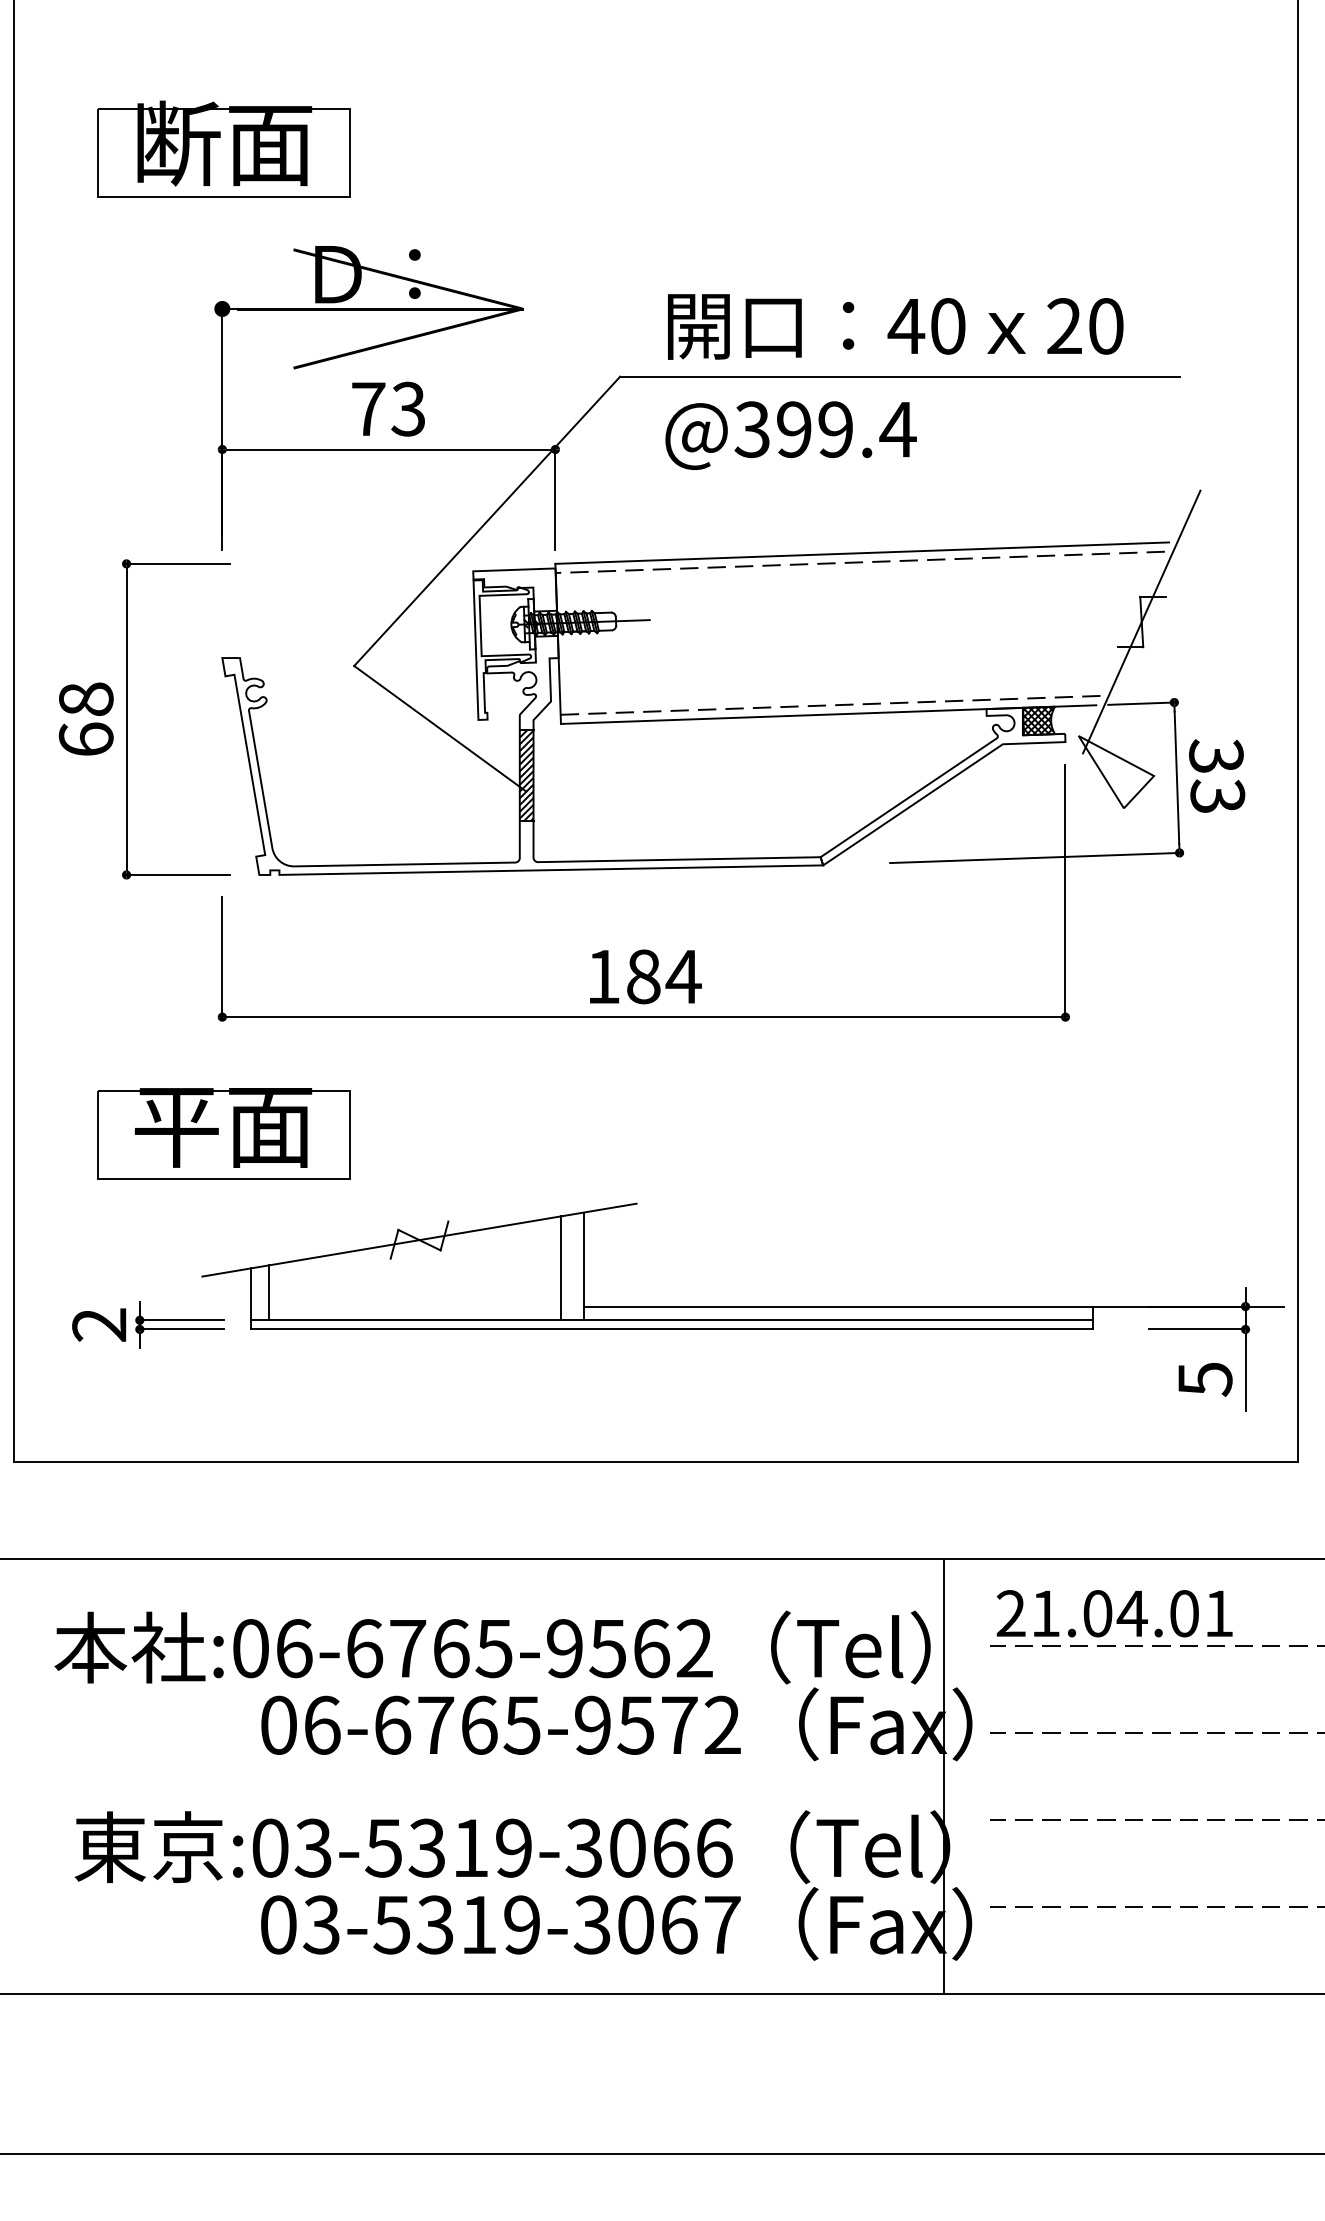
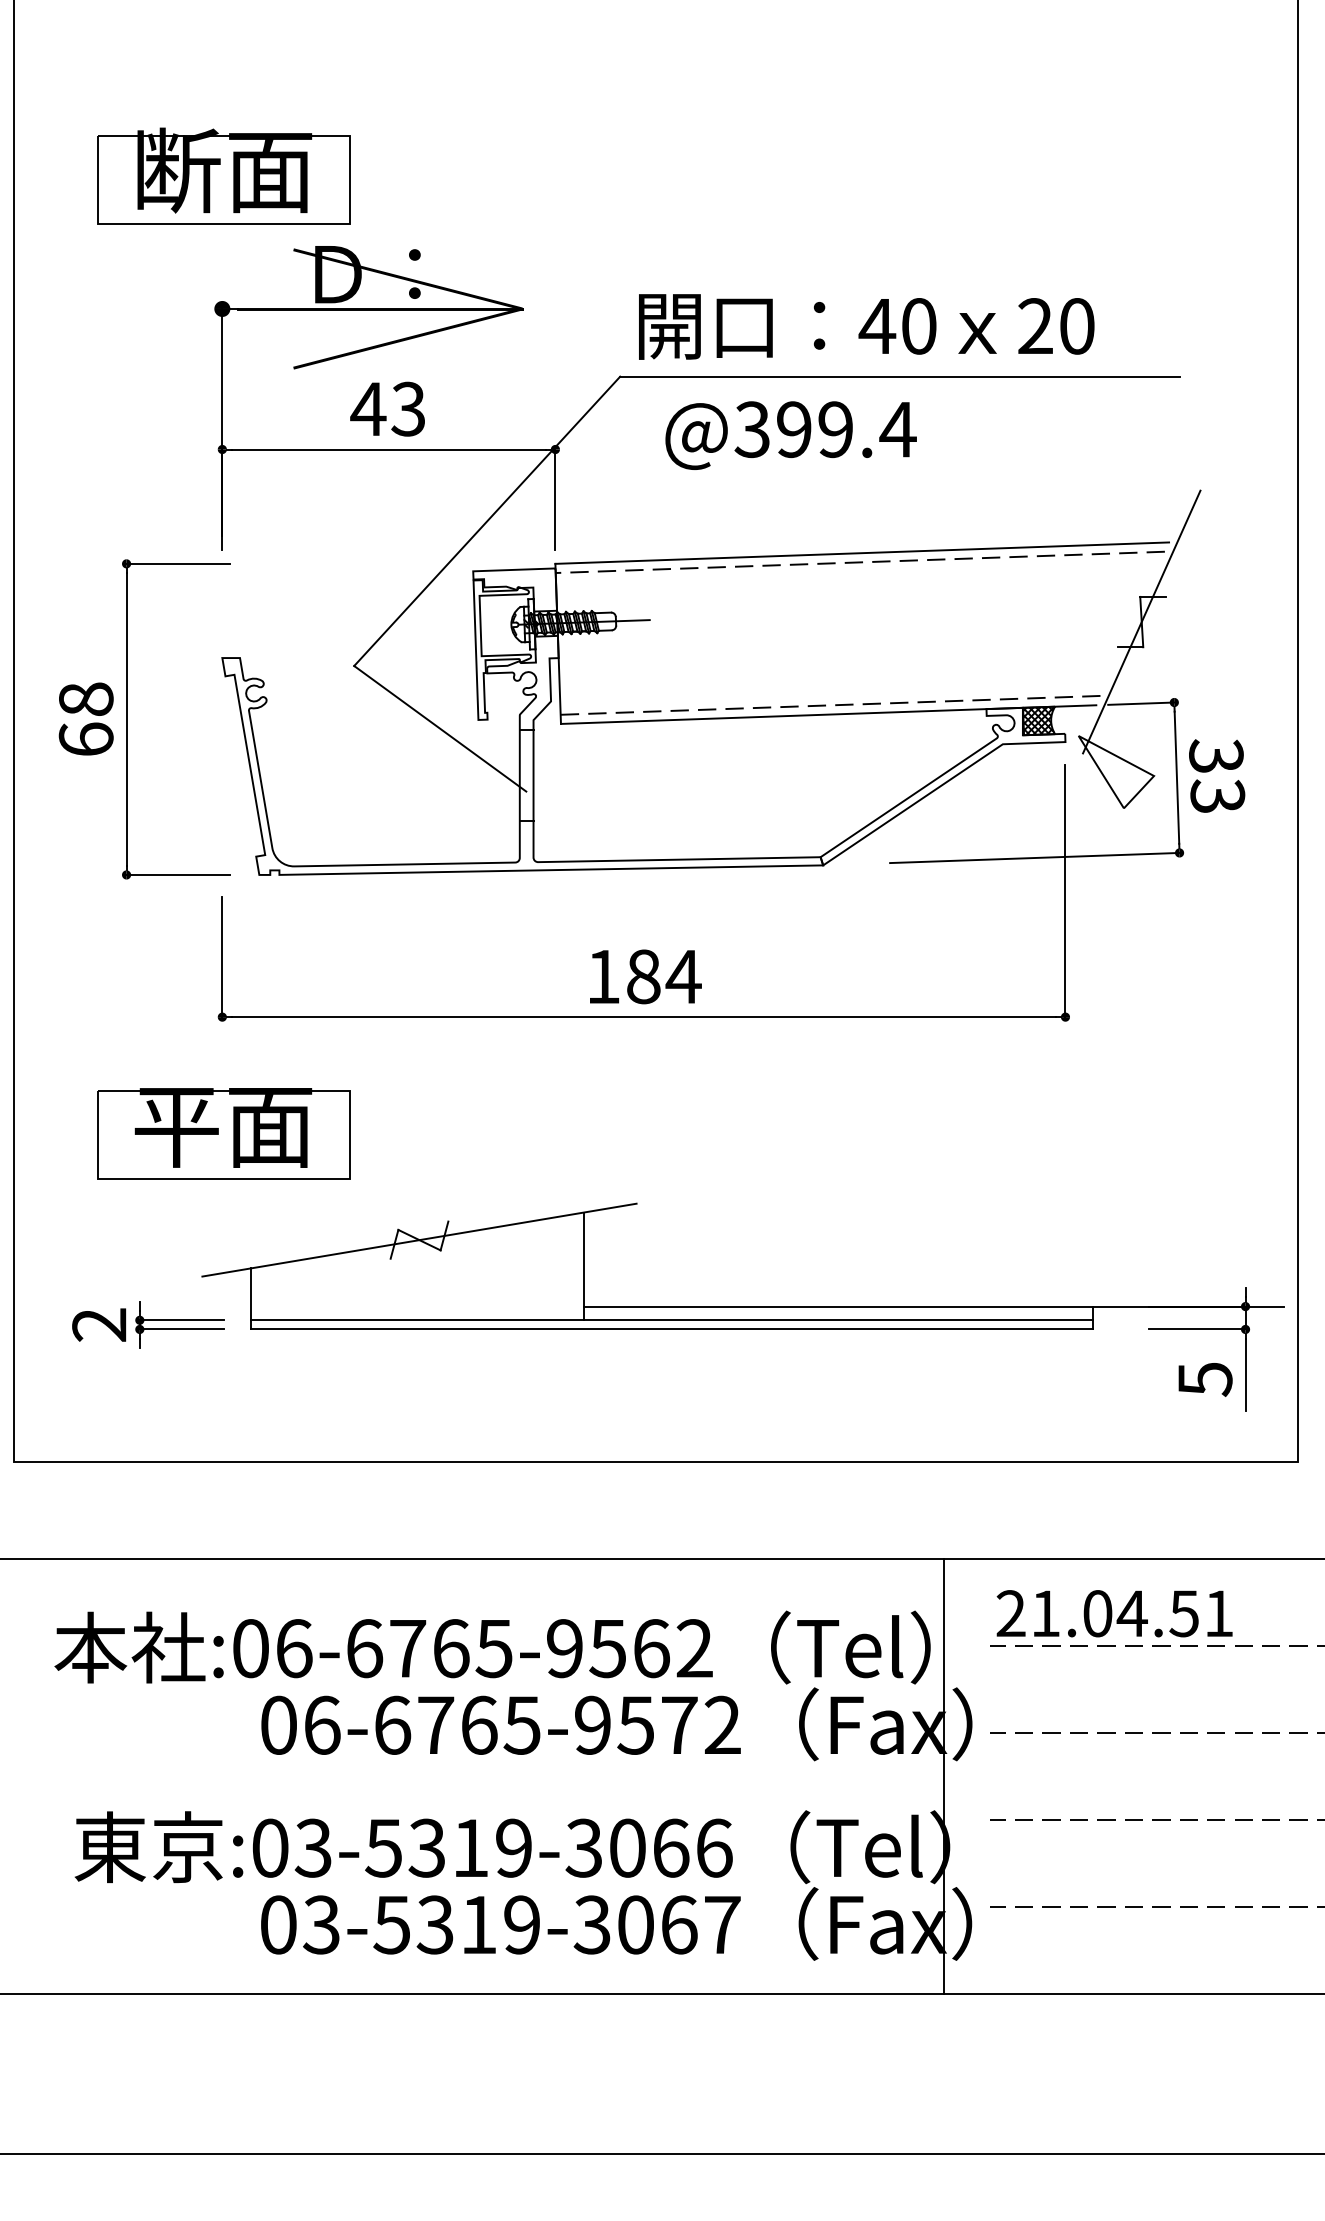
part at (223, 148) position: (223, 148) -> (223, 175)
text at (895, 326) position: (895, 326) -> (866, 326)
text at (368, 408): 73 -> 43
hatch at (526, 775): present -> none
line at (560, 1268): present -> none
line at (269, 1292): present -> none
text at (1183, 1613): 21.04.01 -> 21.04.51
